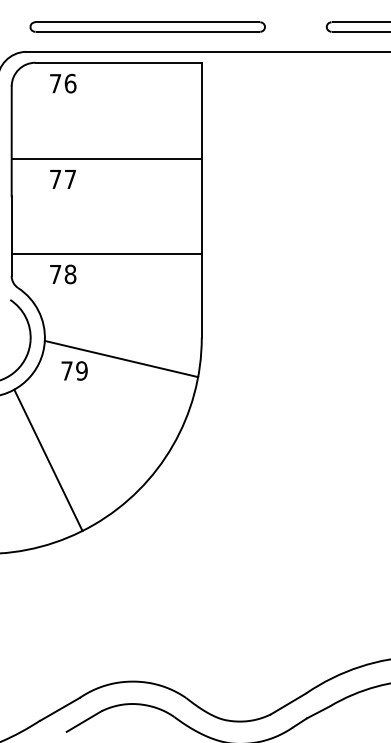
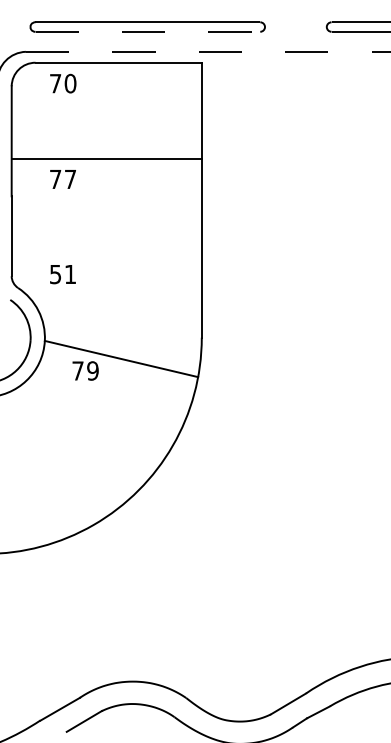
line at (148, 31): solid -> dashed
line at (208, 51): solid -> dashed
text at (70, 83): 76 -> 70
line at (106, 253): present -> none
text at (63, 274): 78 -> 51
text at (74, 370) position: (74, 370) -> (85, 370)
line at (48, 460): present -> none
